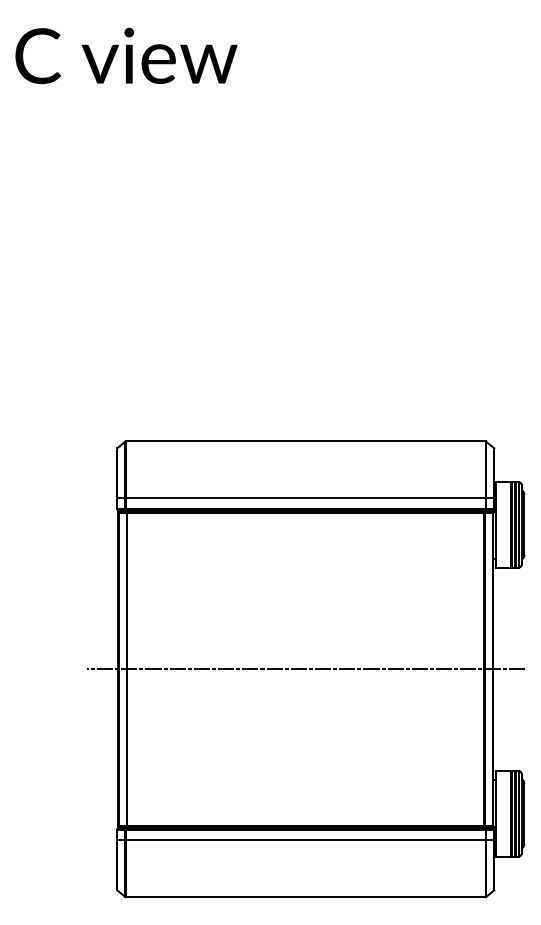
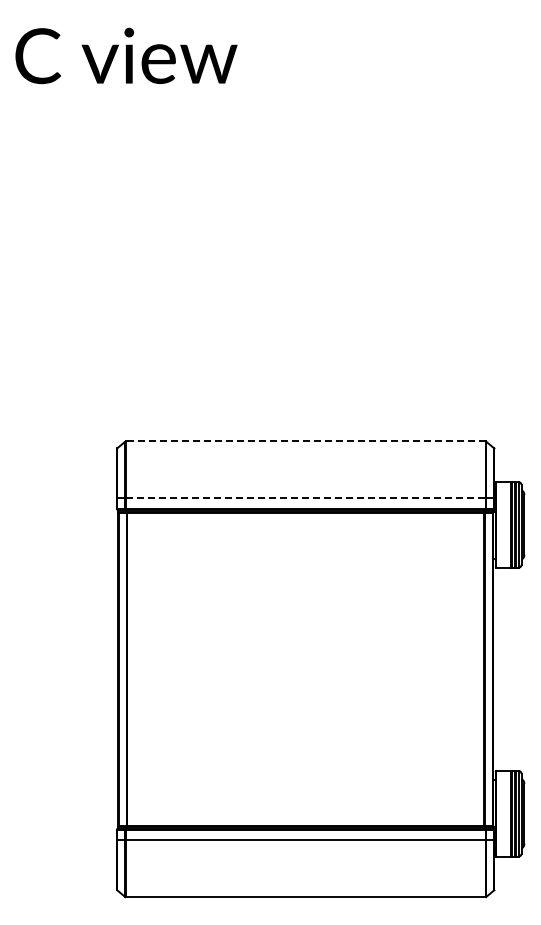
line at (305, 441): solid -> dashed
line at (305, 498): solid -> dashed
line at (305, 669): present -> none
